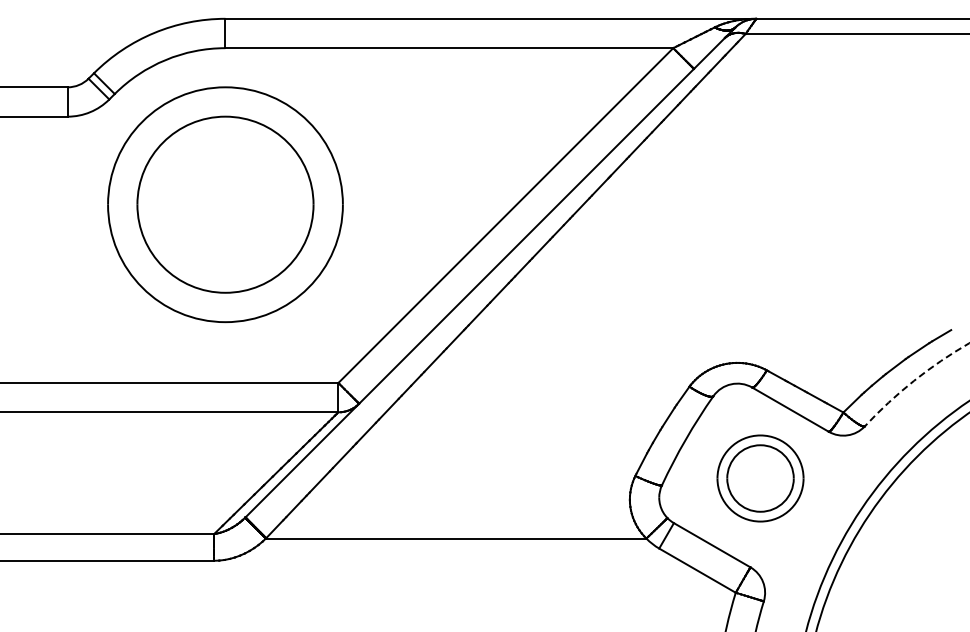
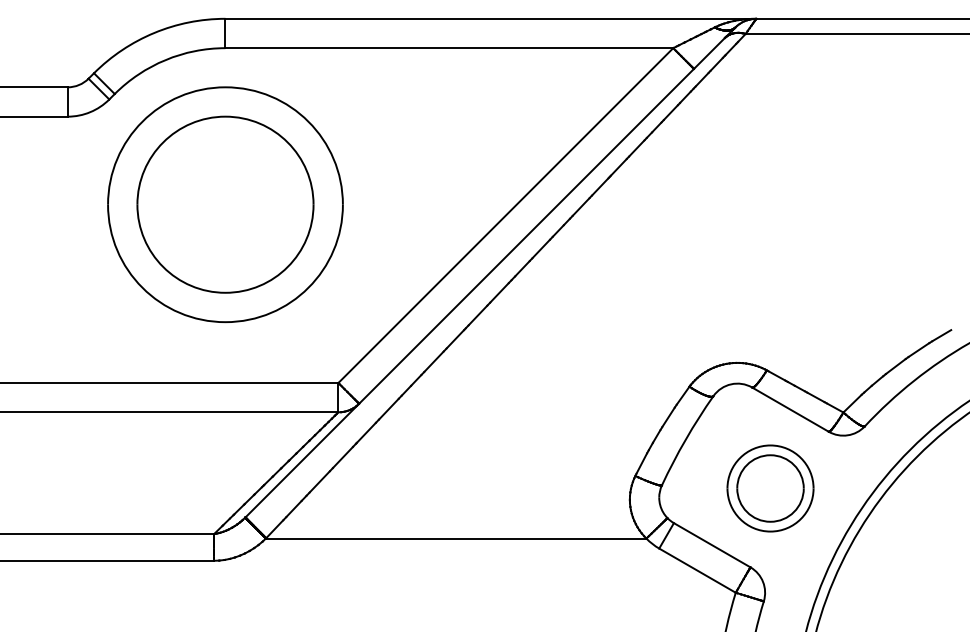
arc at (914, 380): dashed -> solid
part at (760, 478) position: (760, 478) -> (770, 488)
